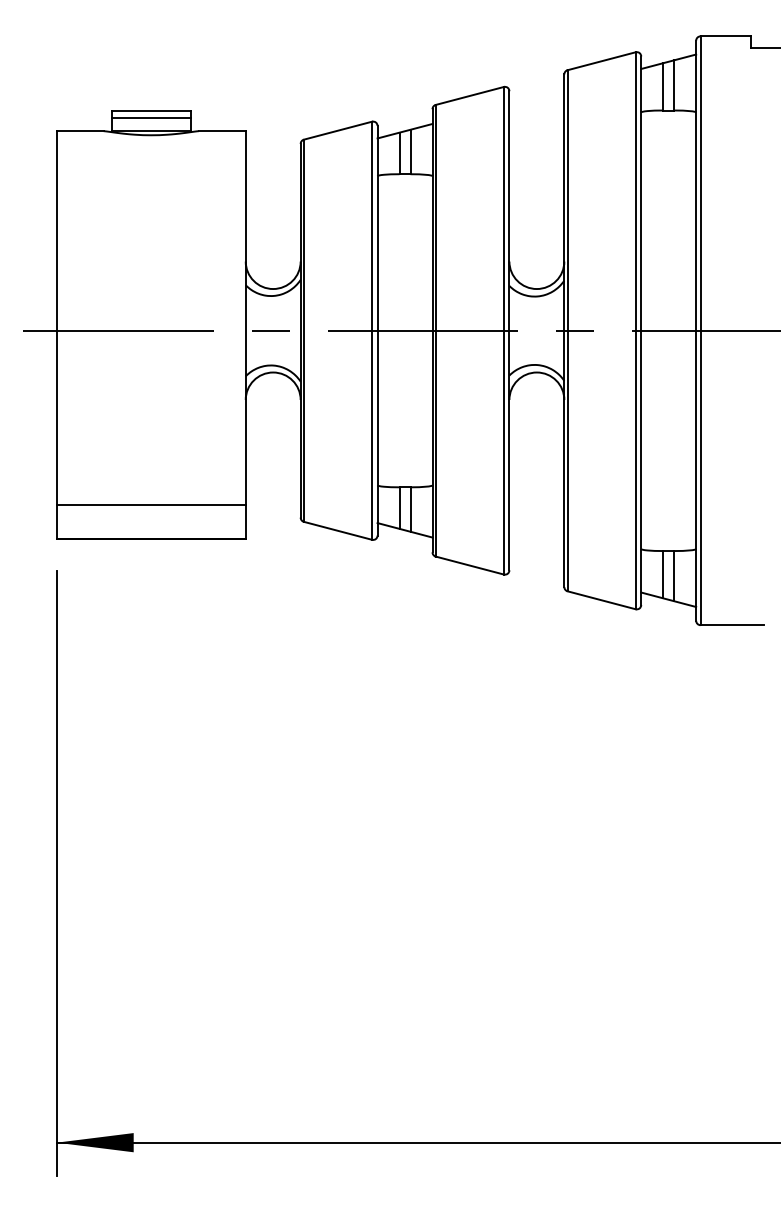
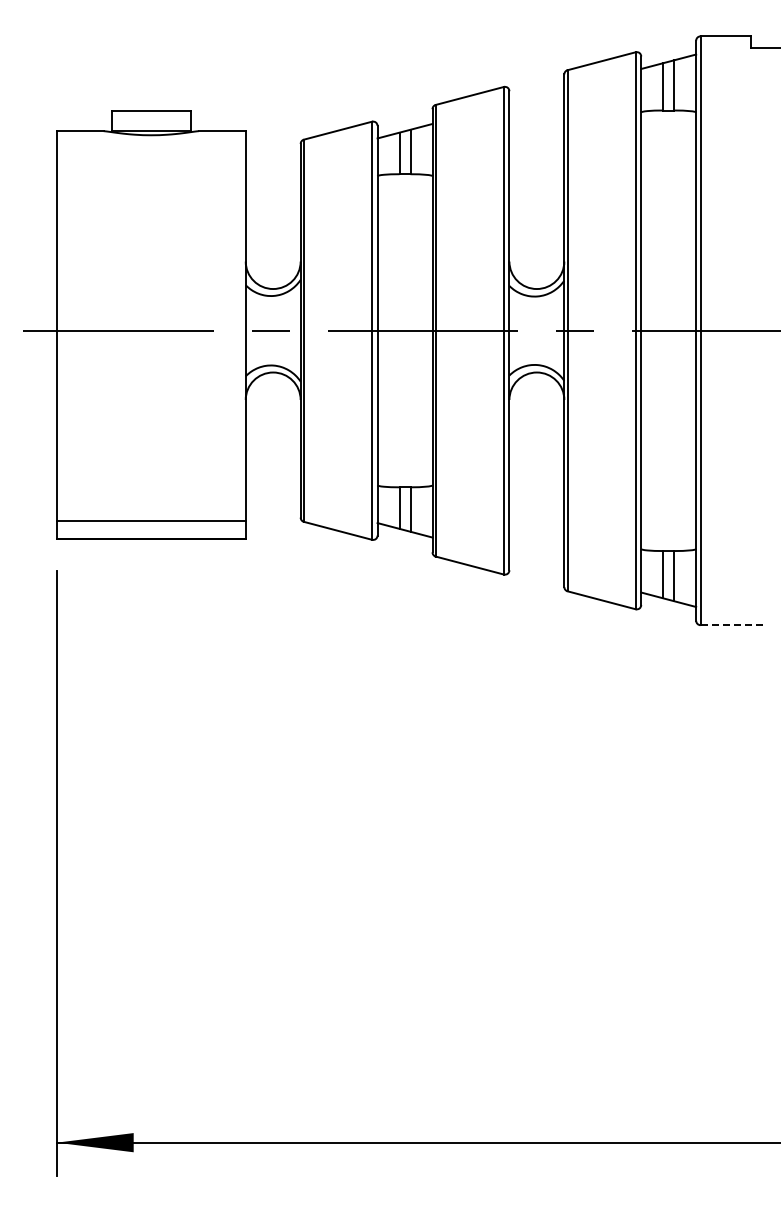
line at (150, 117): present -> none
line at (150, 505) position: (150, 505) -> (150, 521)
line at (732, 625): solid -> dashed
